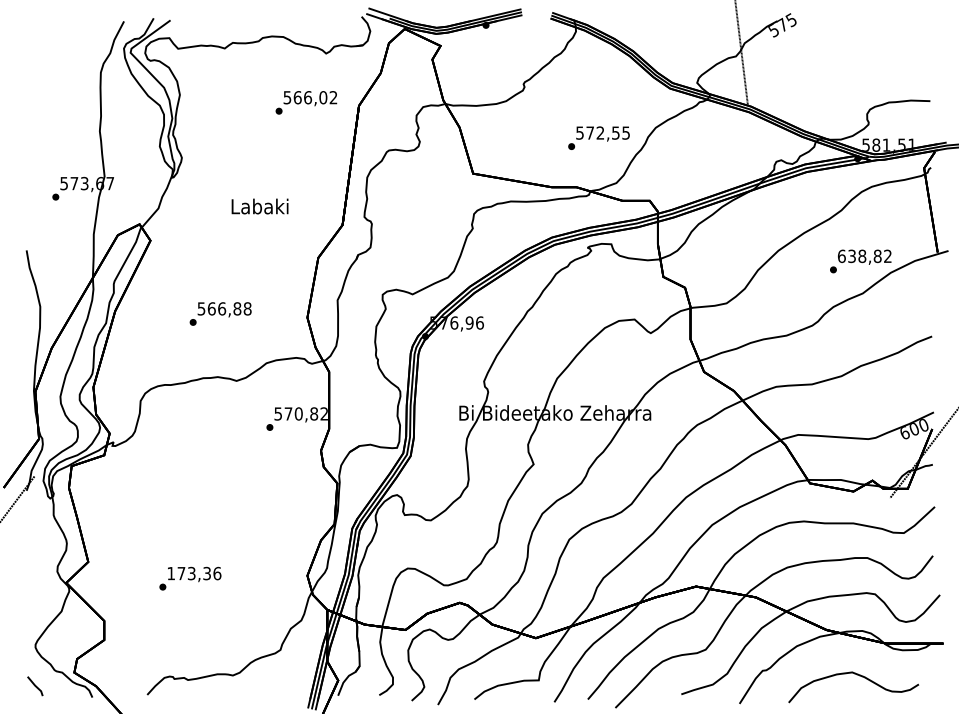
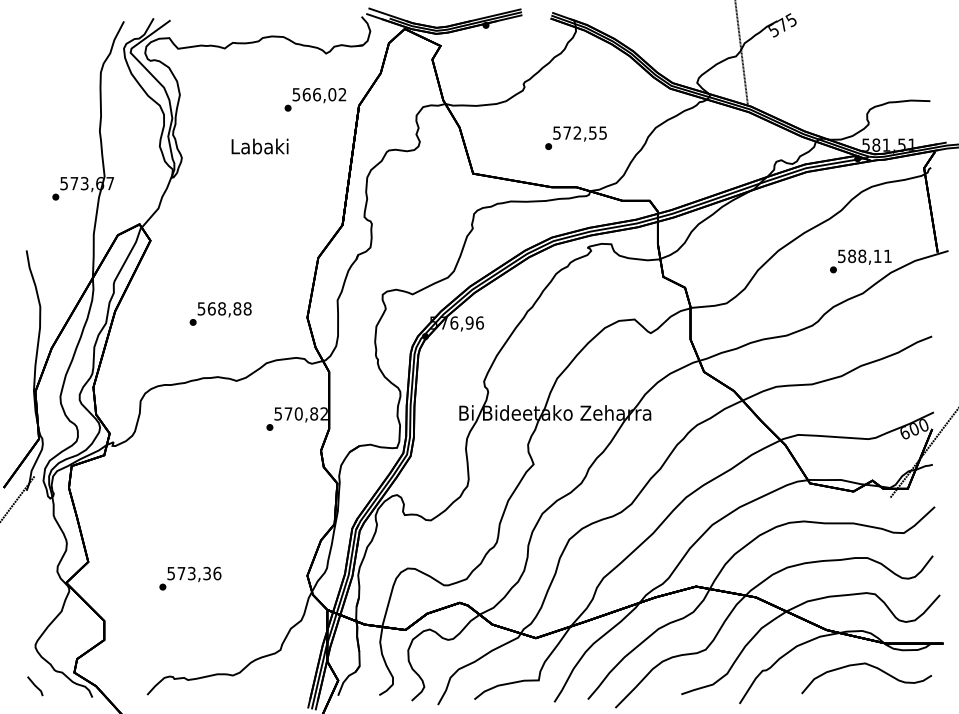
text at (306, 102) position: (306, 102) -> (315, 99)
text at (598, 137) position: (598, 137) -> (575, 137)
text at (259, 206) position: (259, 206) -> (259, 146)
text at (864, 256): 638,82 -> 588,11
text at (222, 308): 566,88 -> 568,88
text at (170, 573): 173,36 -> 573,36
curve at (859, 676) position: (859, 676) -> (872, 667)
